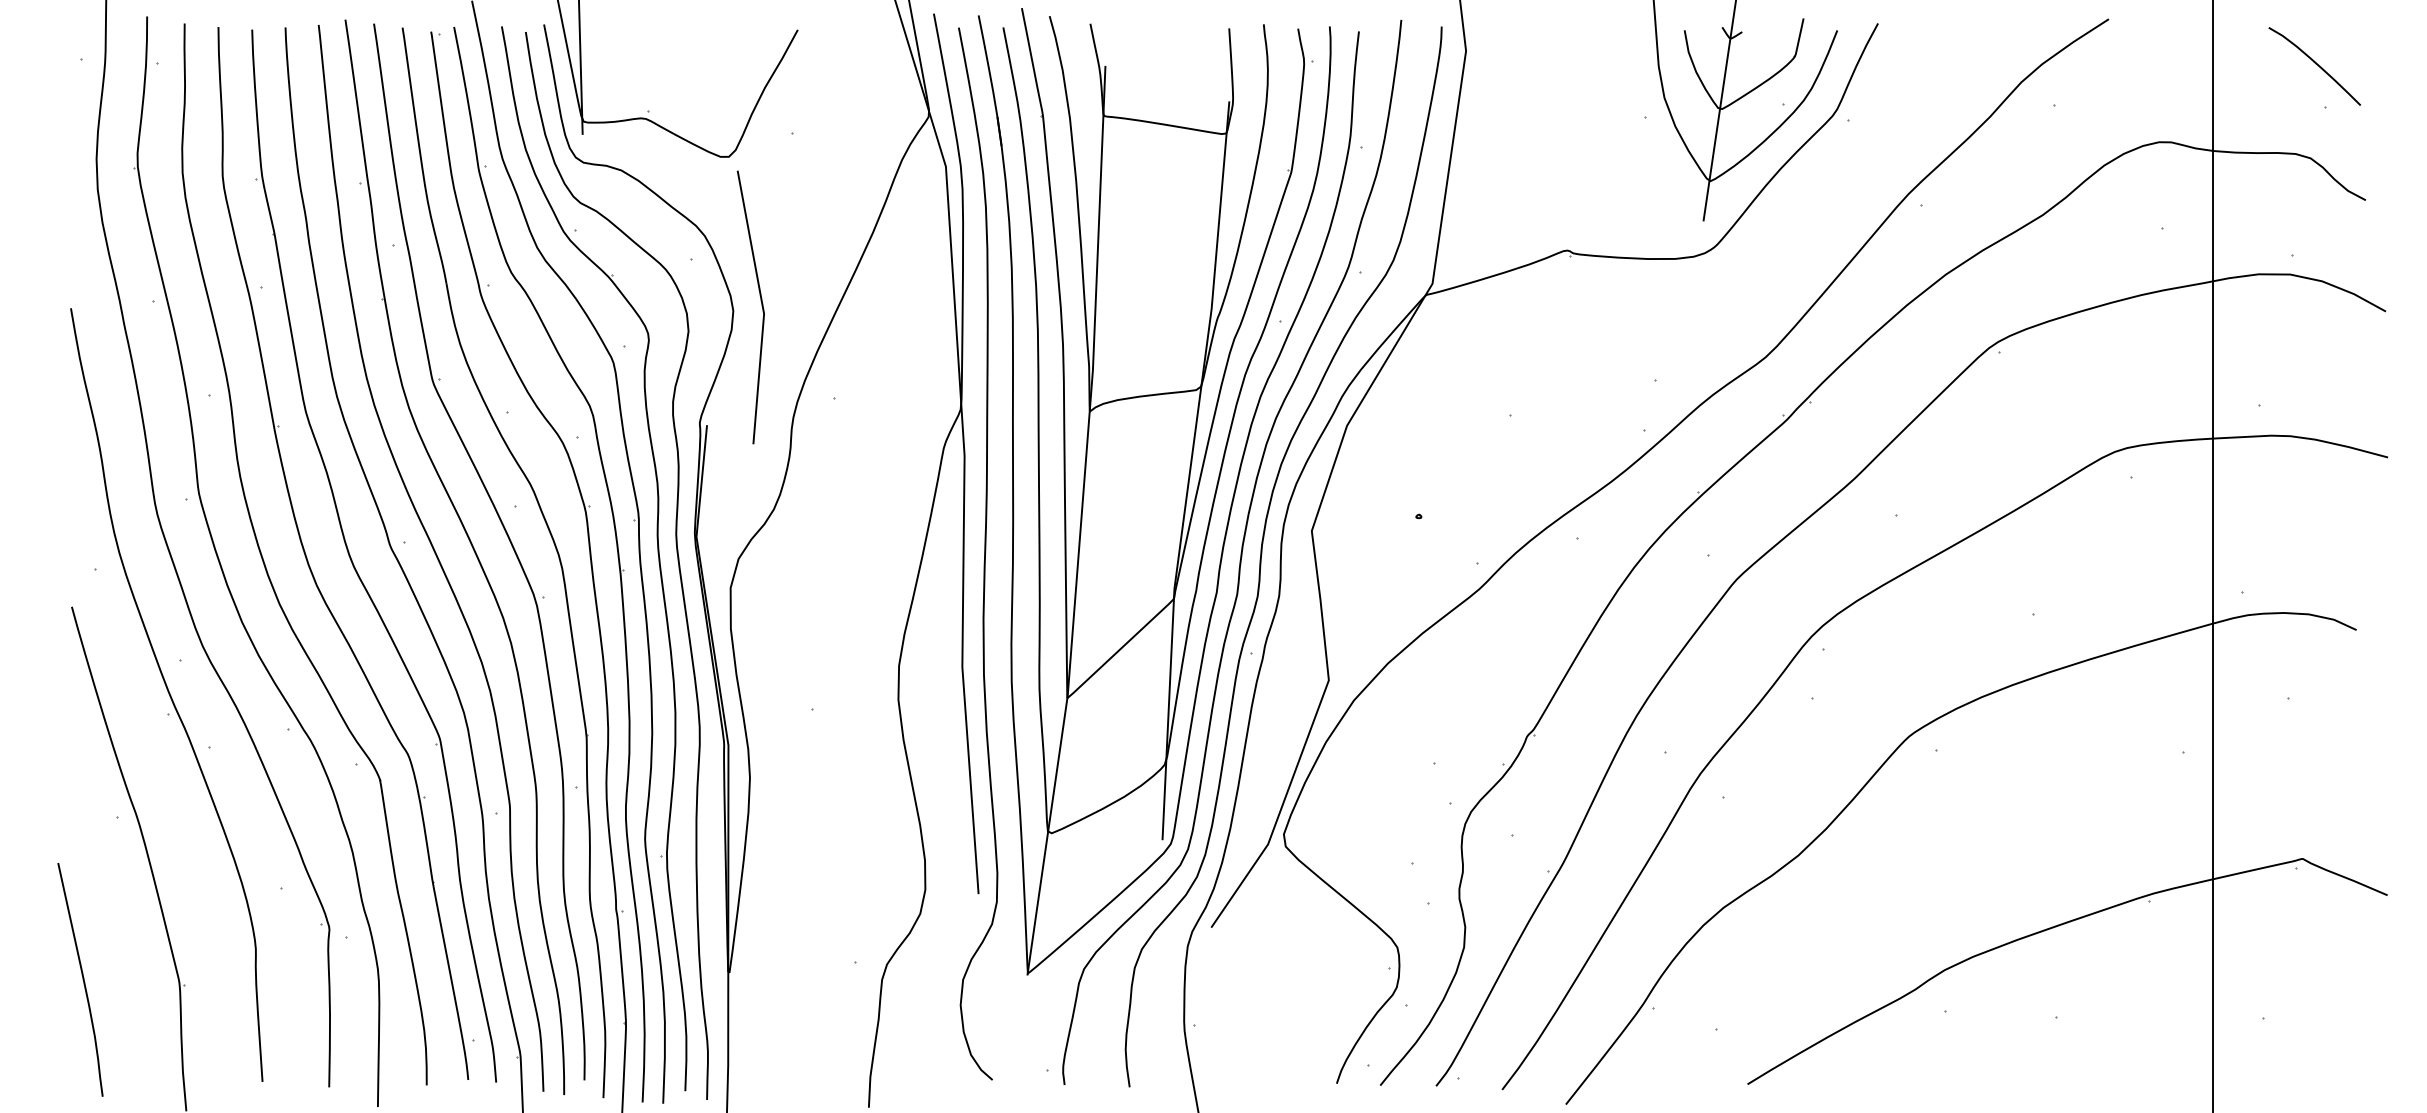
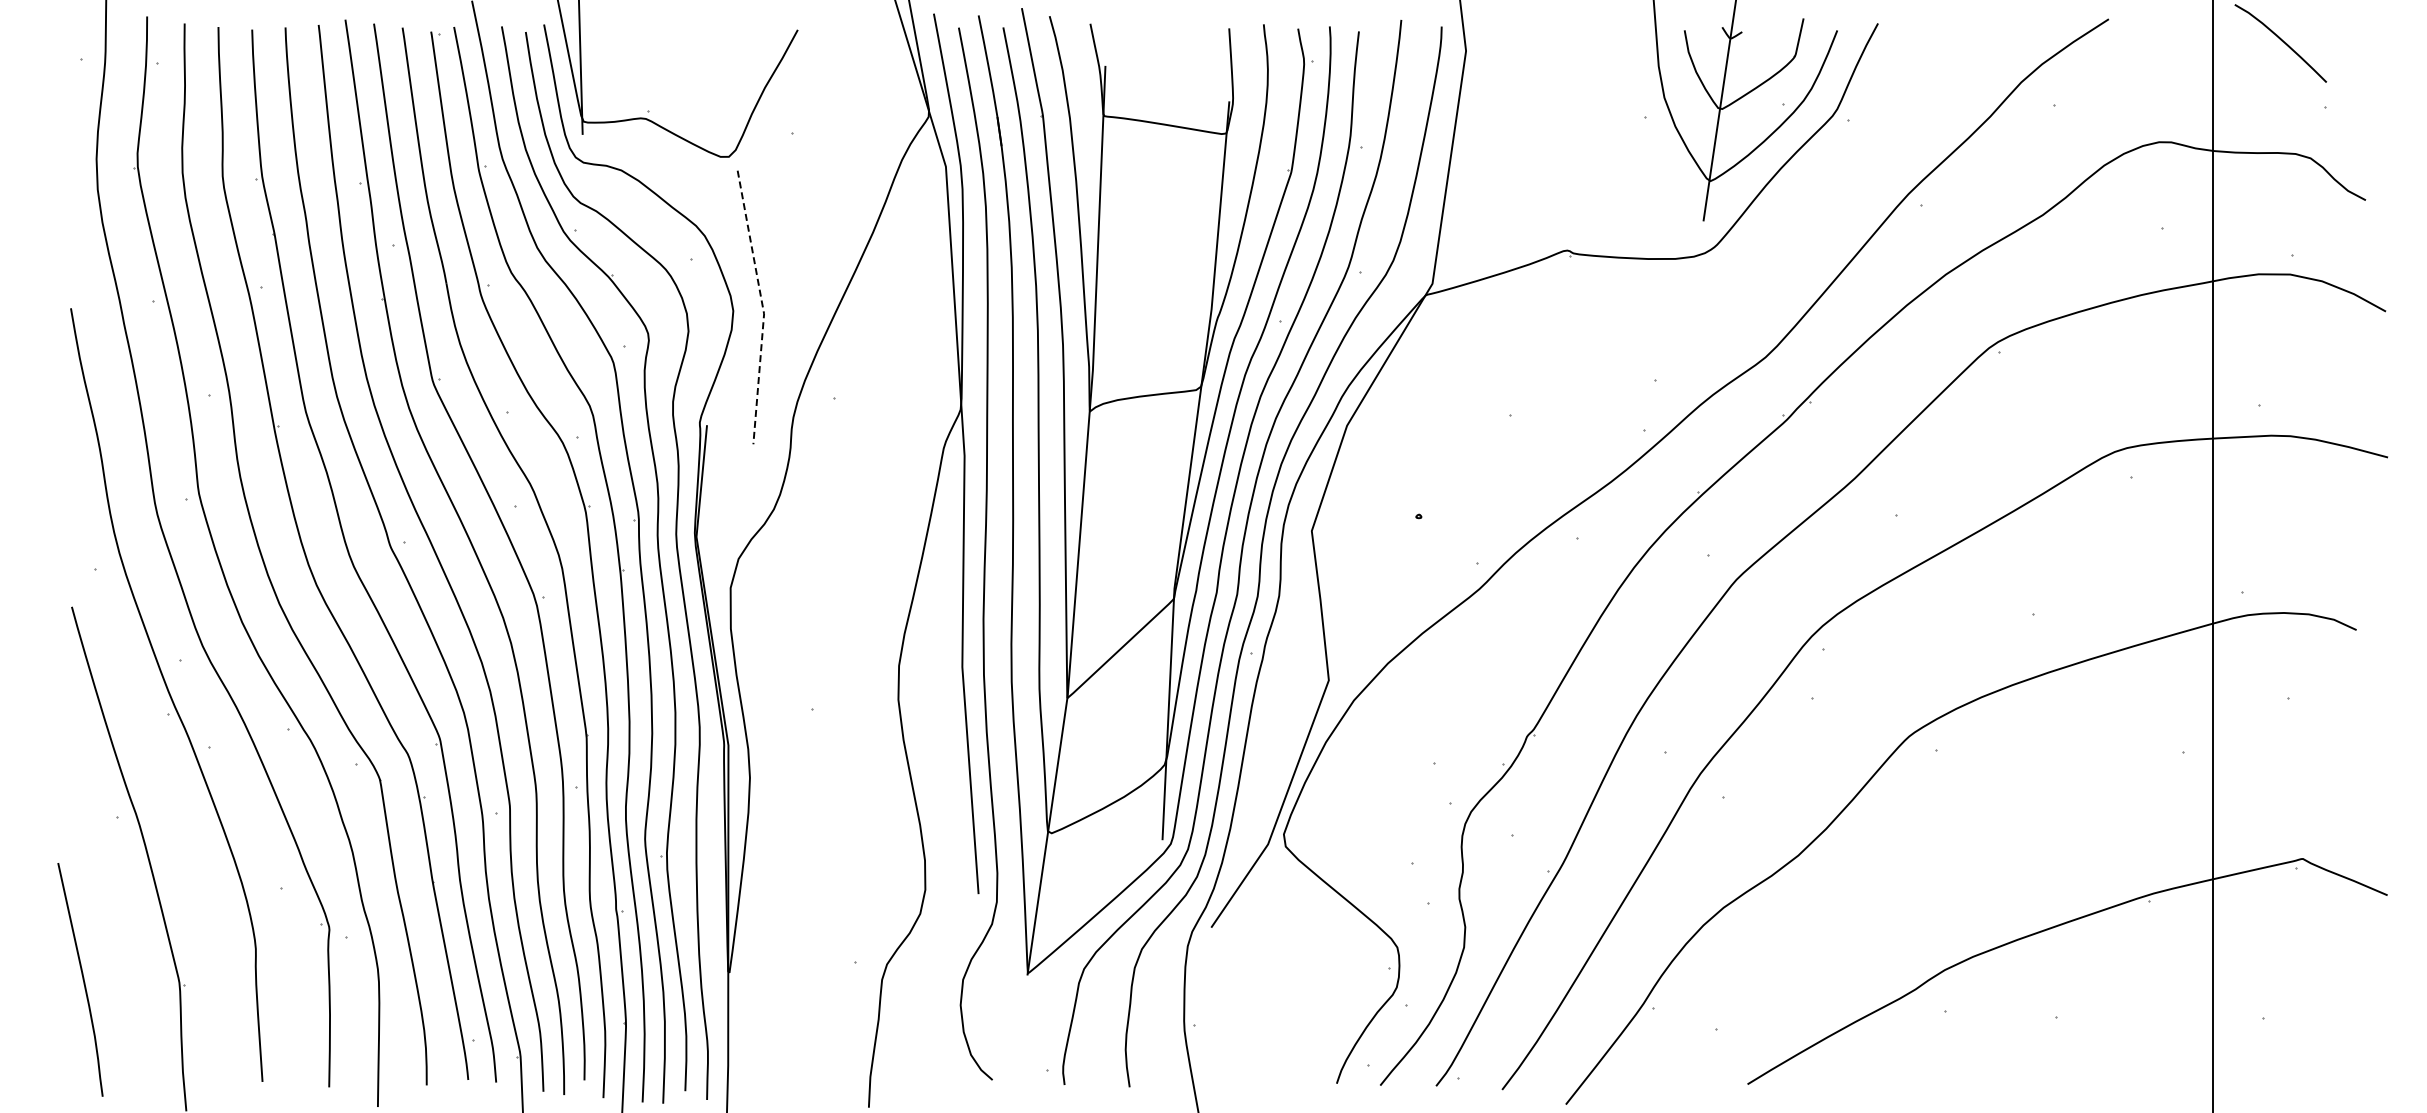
curve at (2315, 64) position: (2315, 64) -> (2281, 41)
line at (762, 307): solid -> dashed
